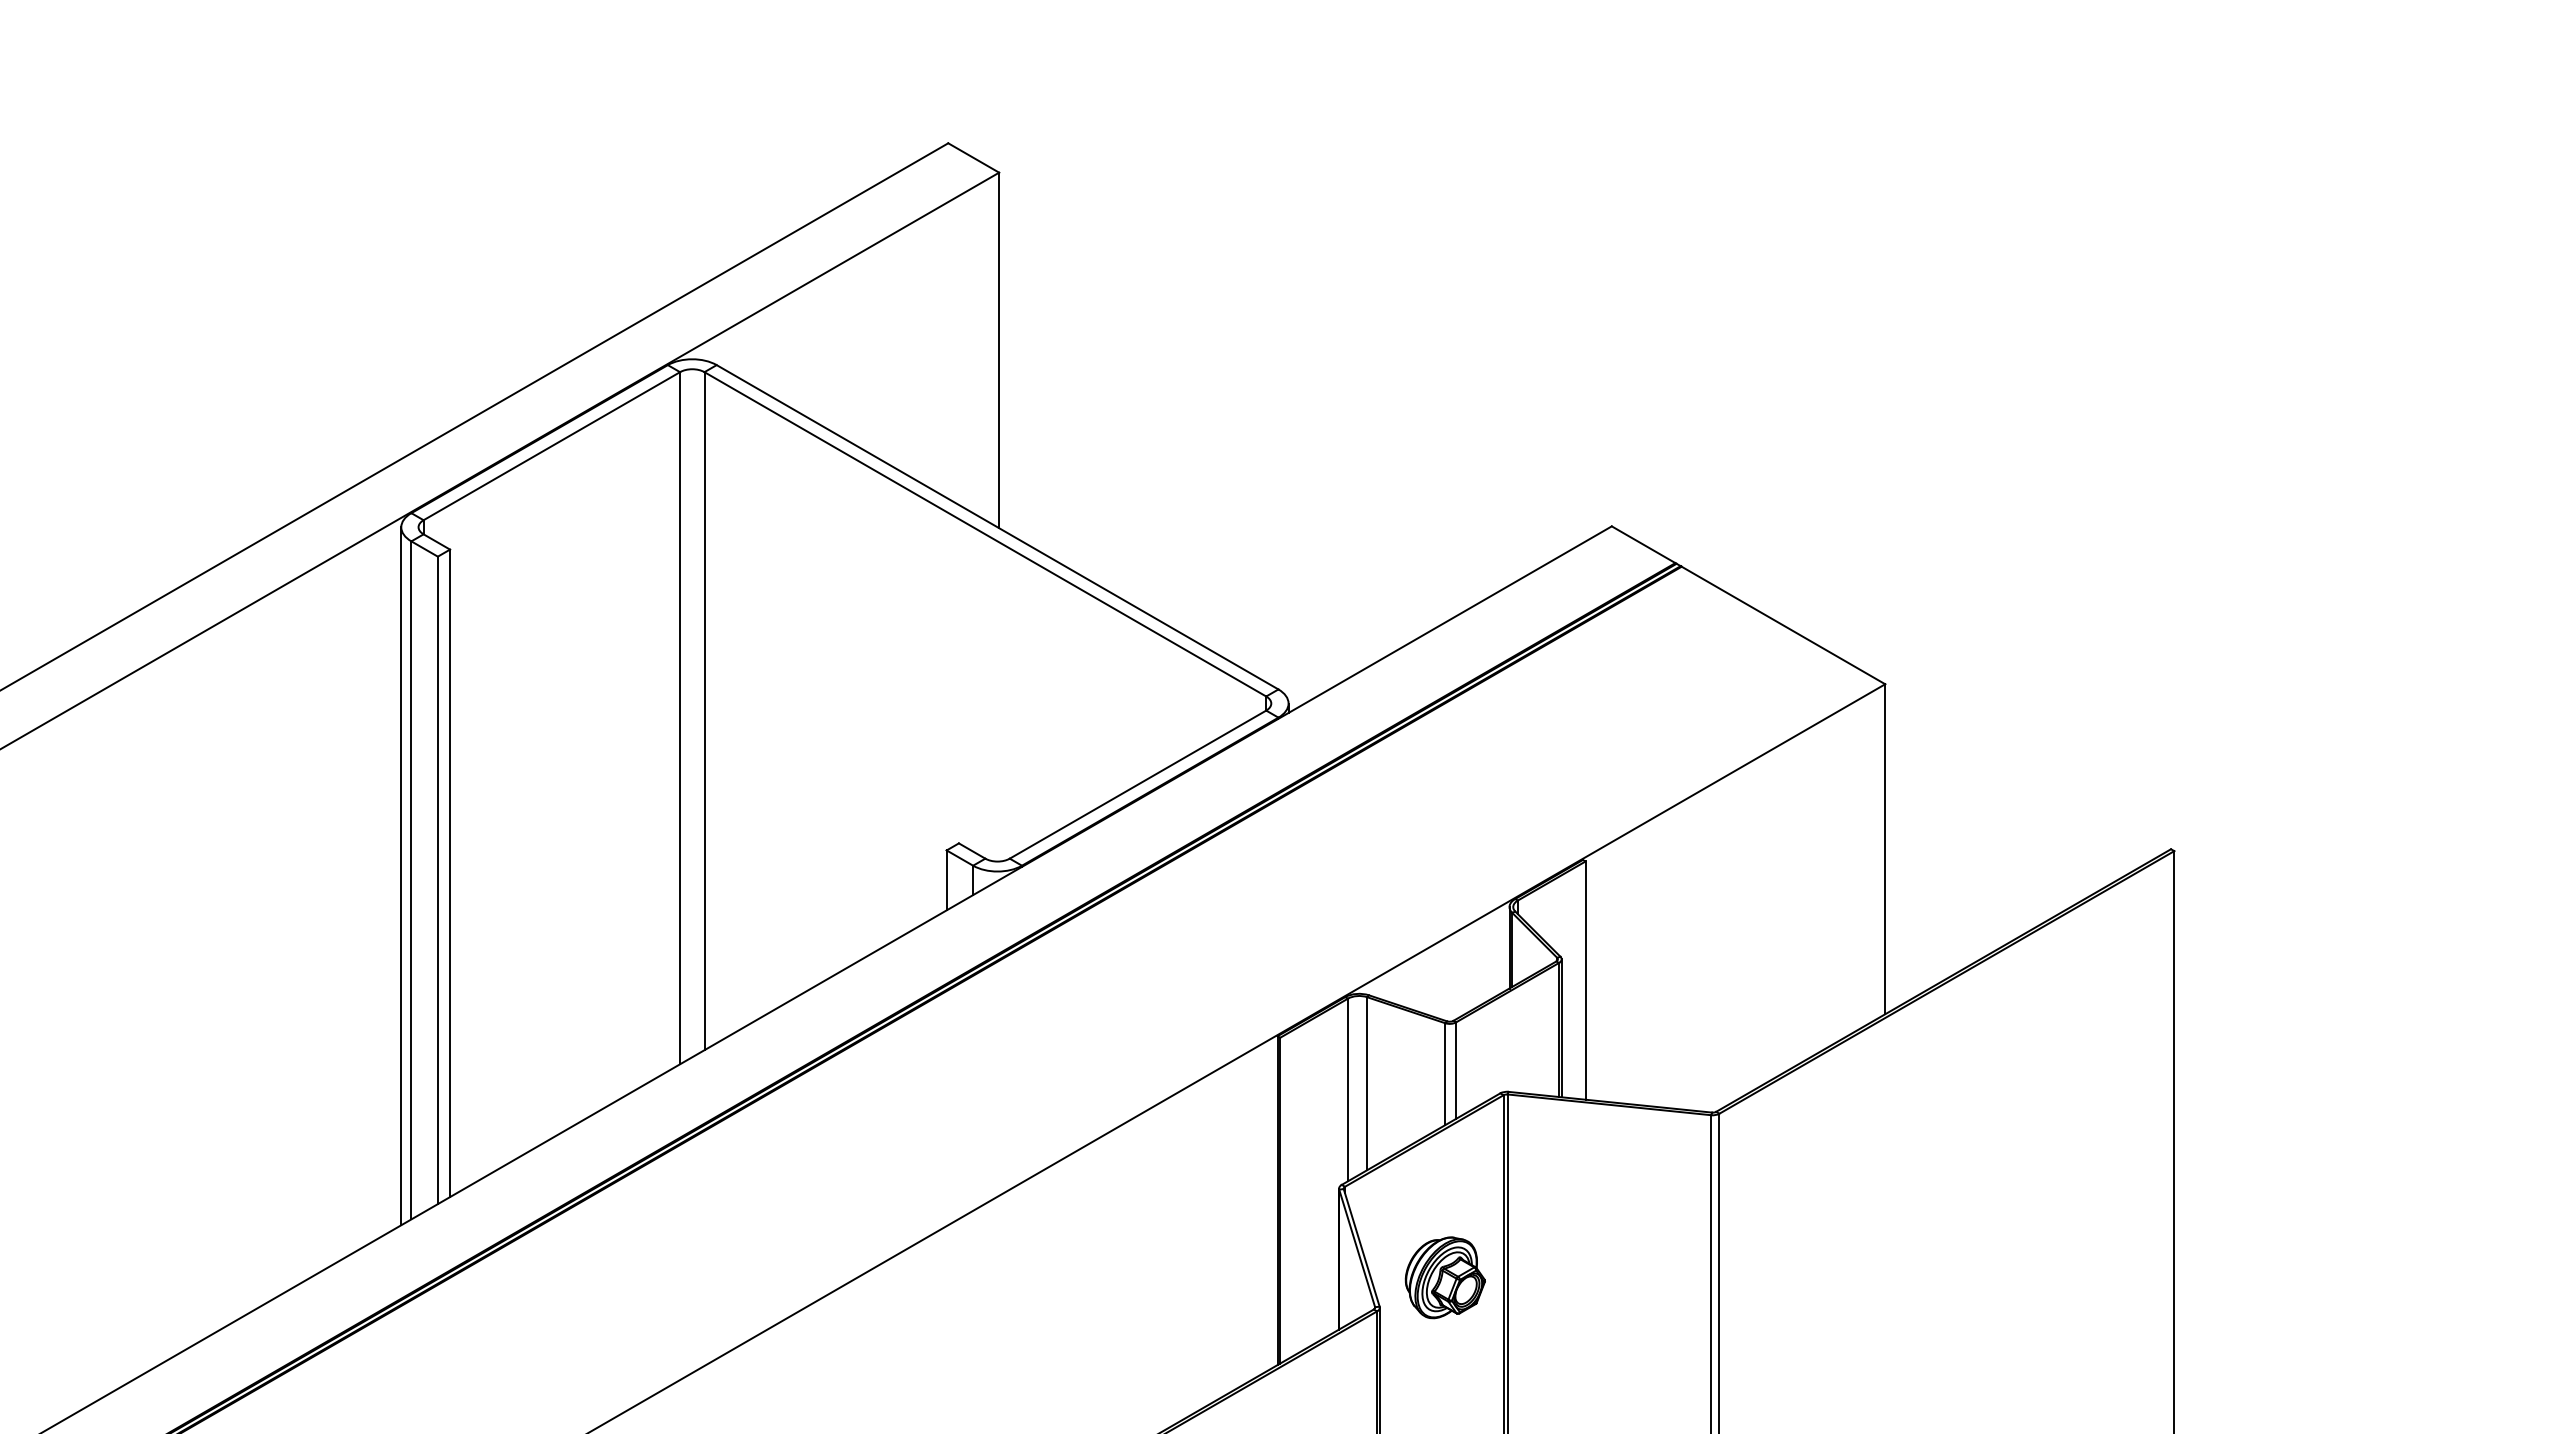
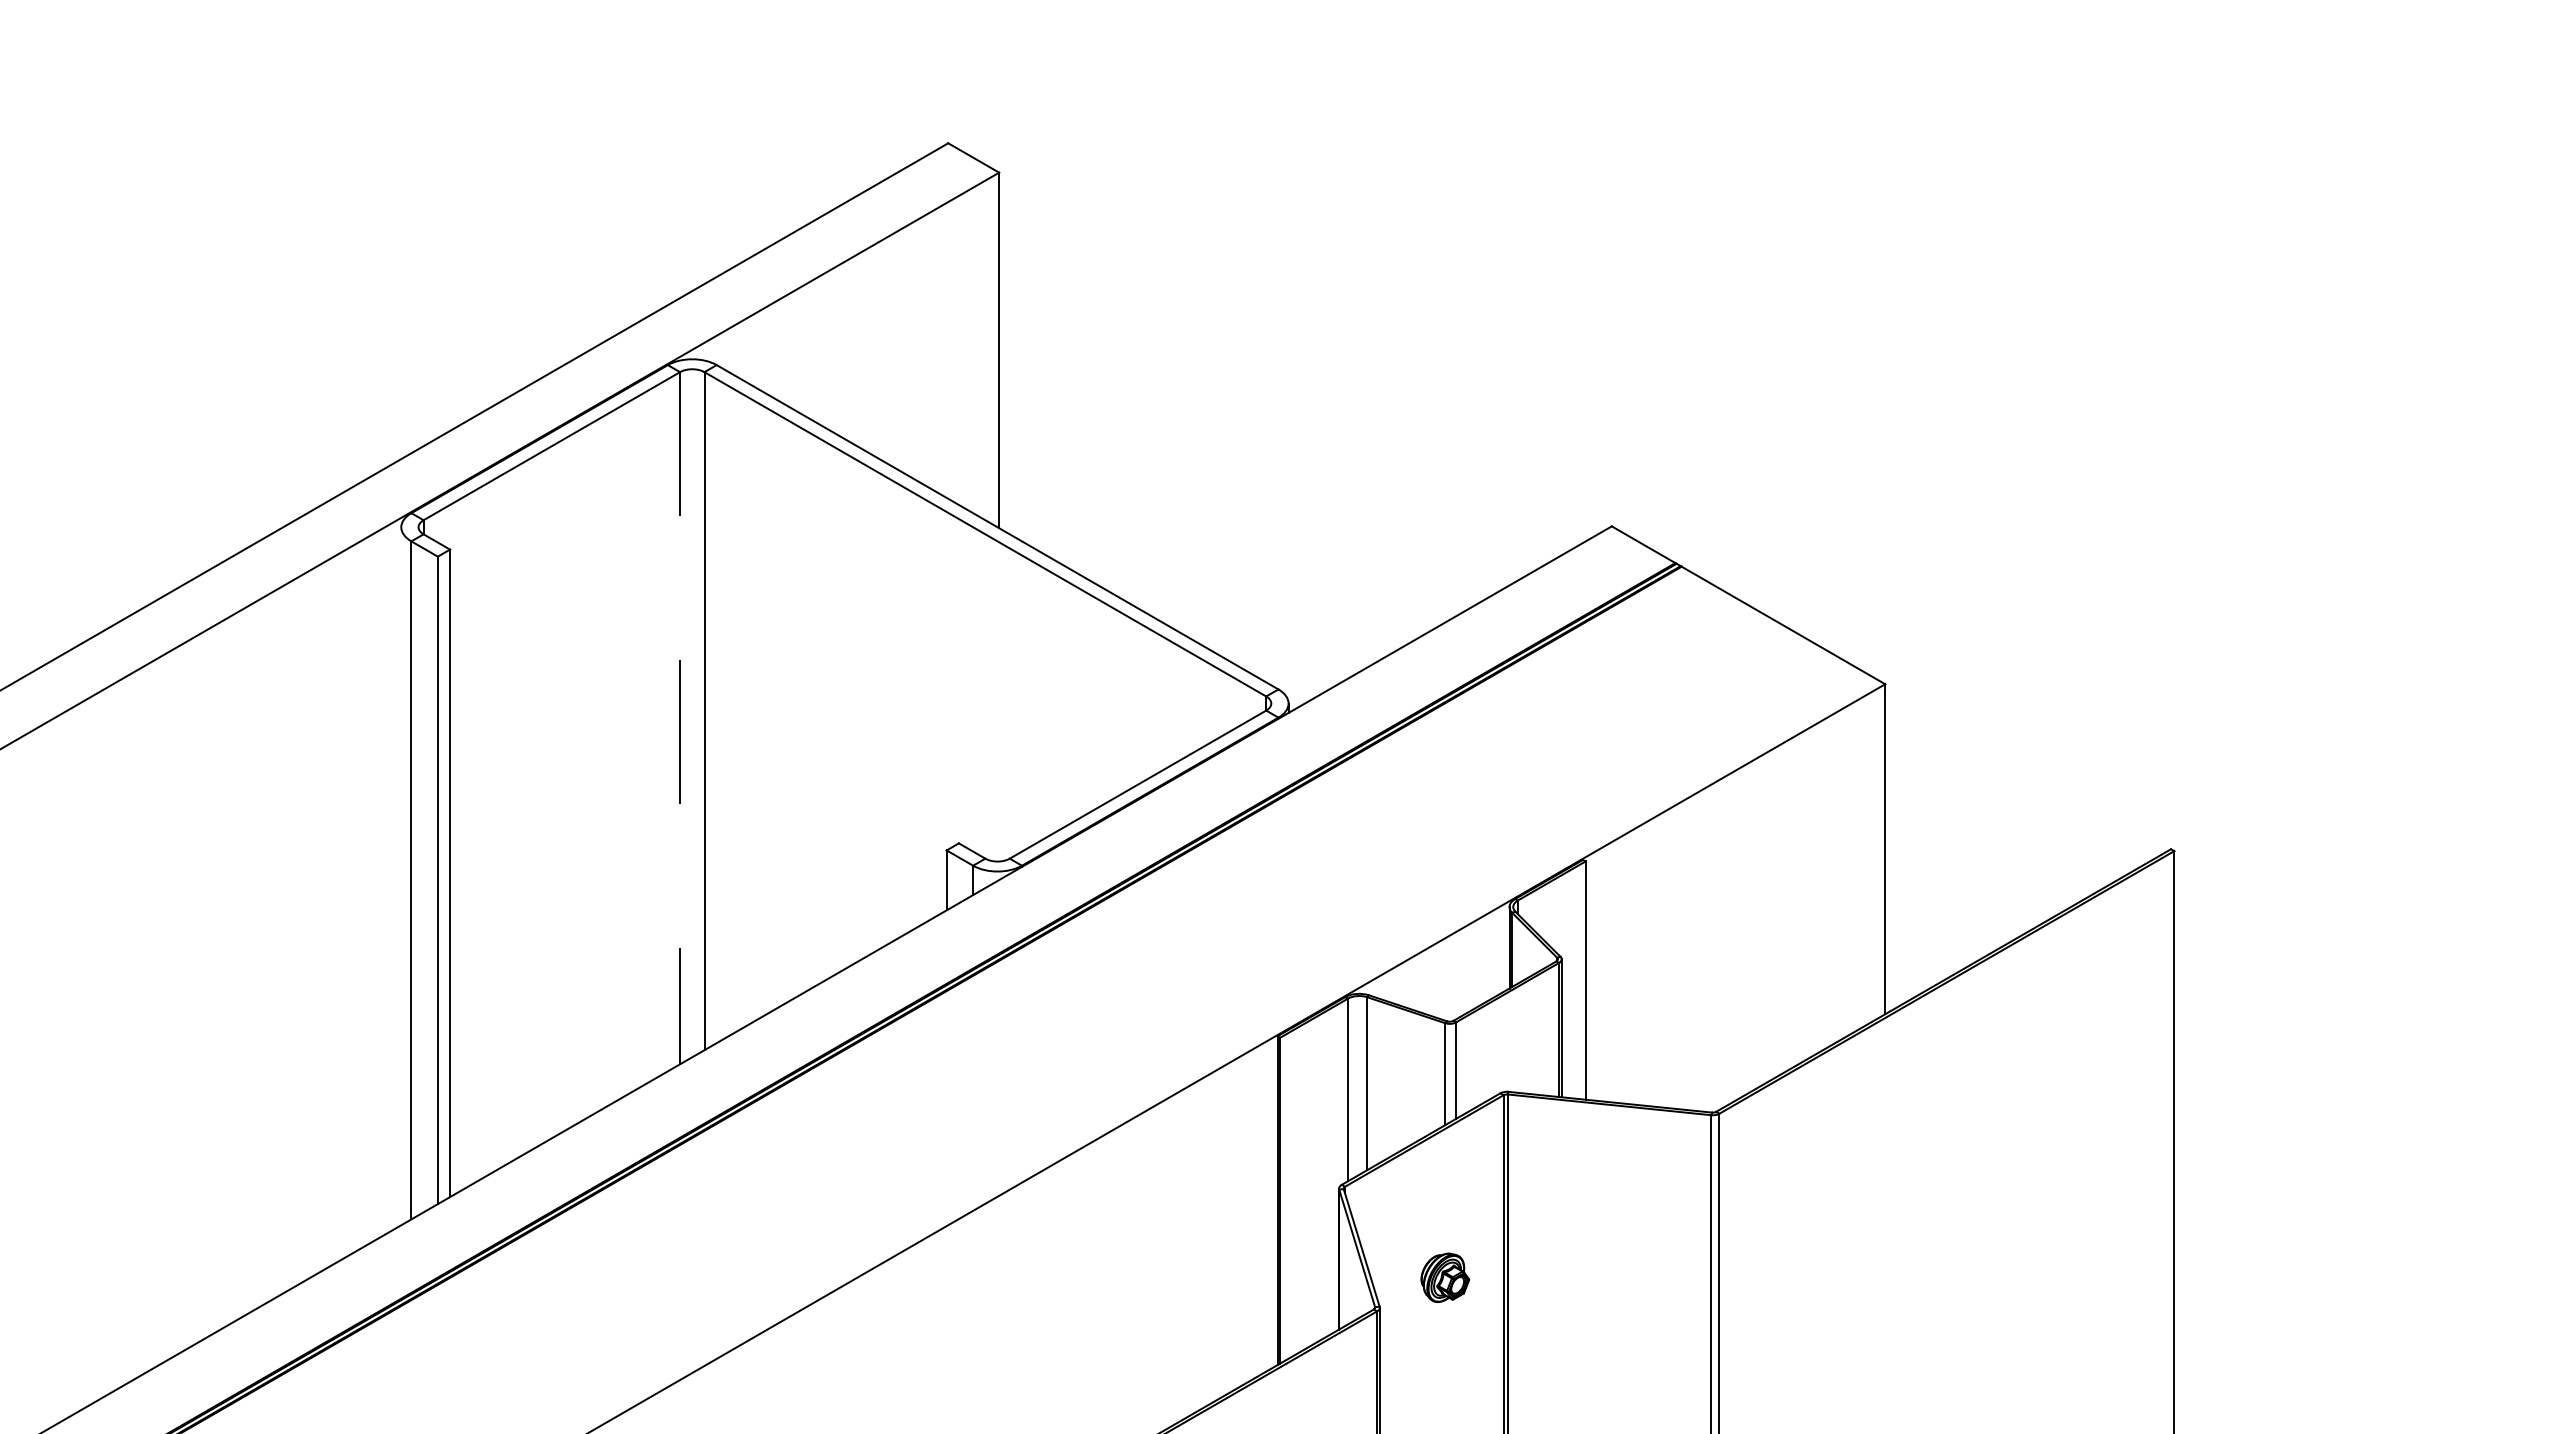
line at (680, 718): solid -> dashed
line at (401, 876): present -> none
part at (1444, 1277) size: 82x84 px -> 50x52 px
